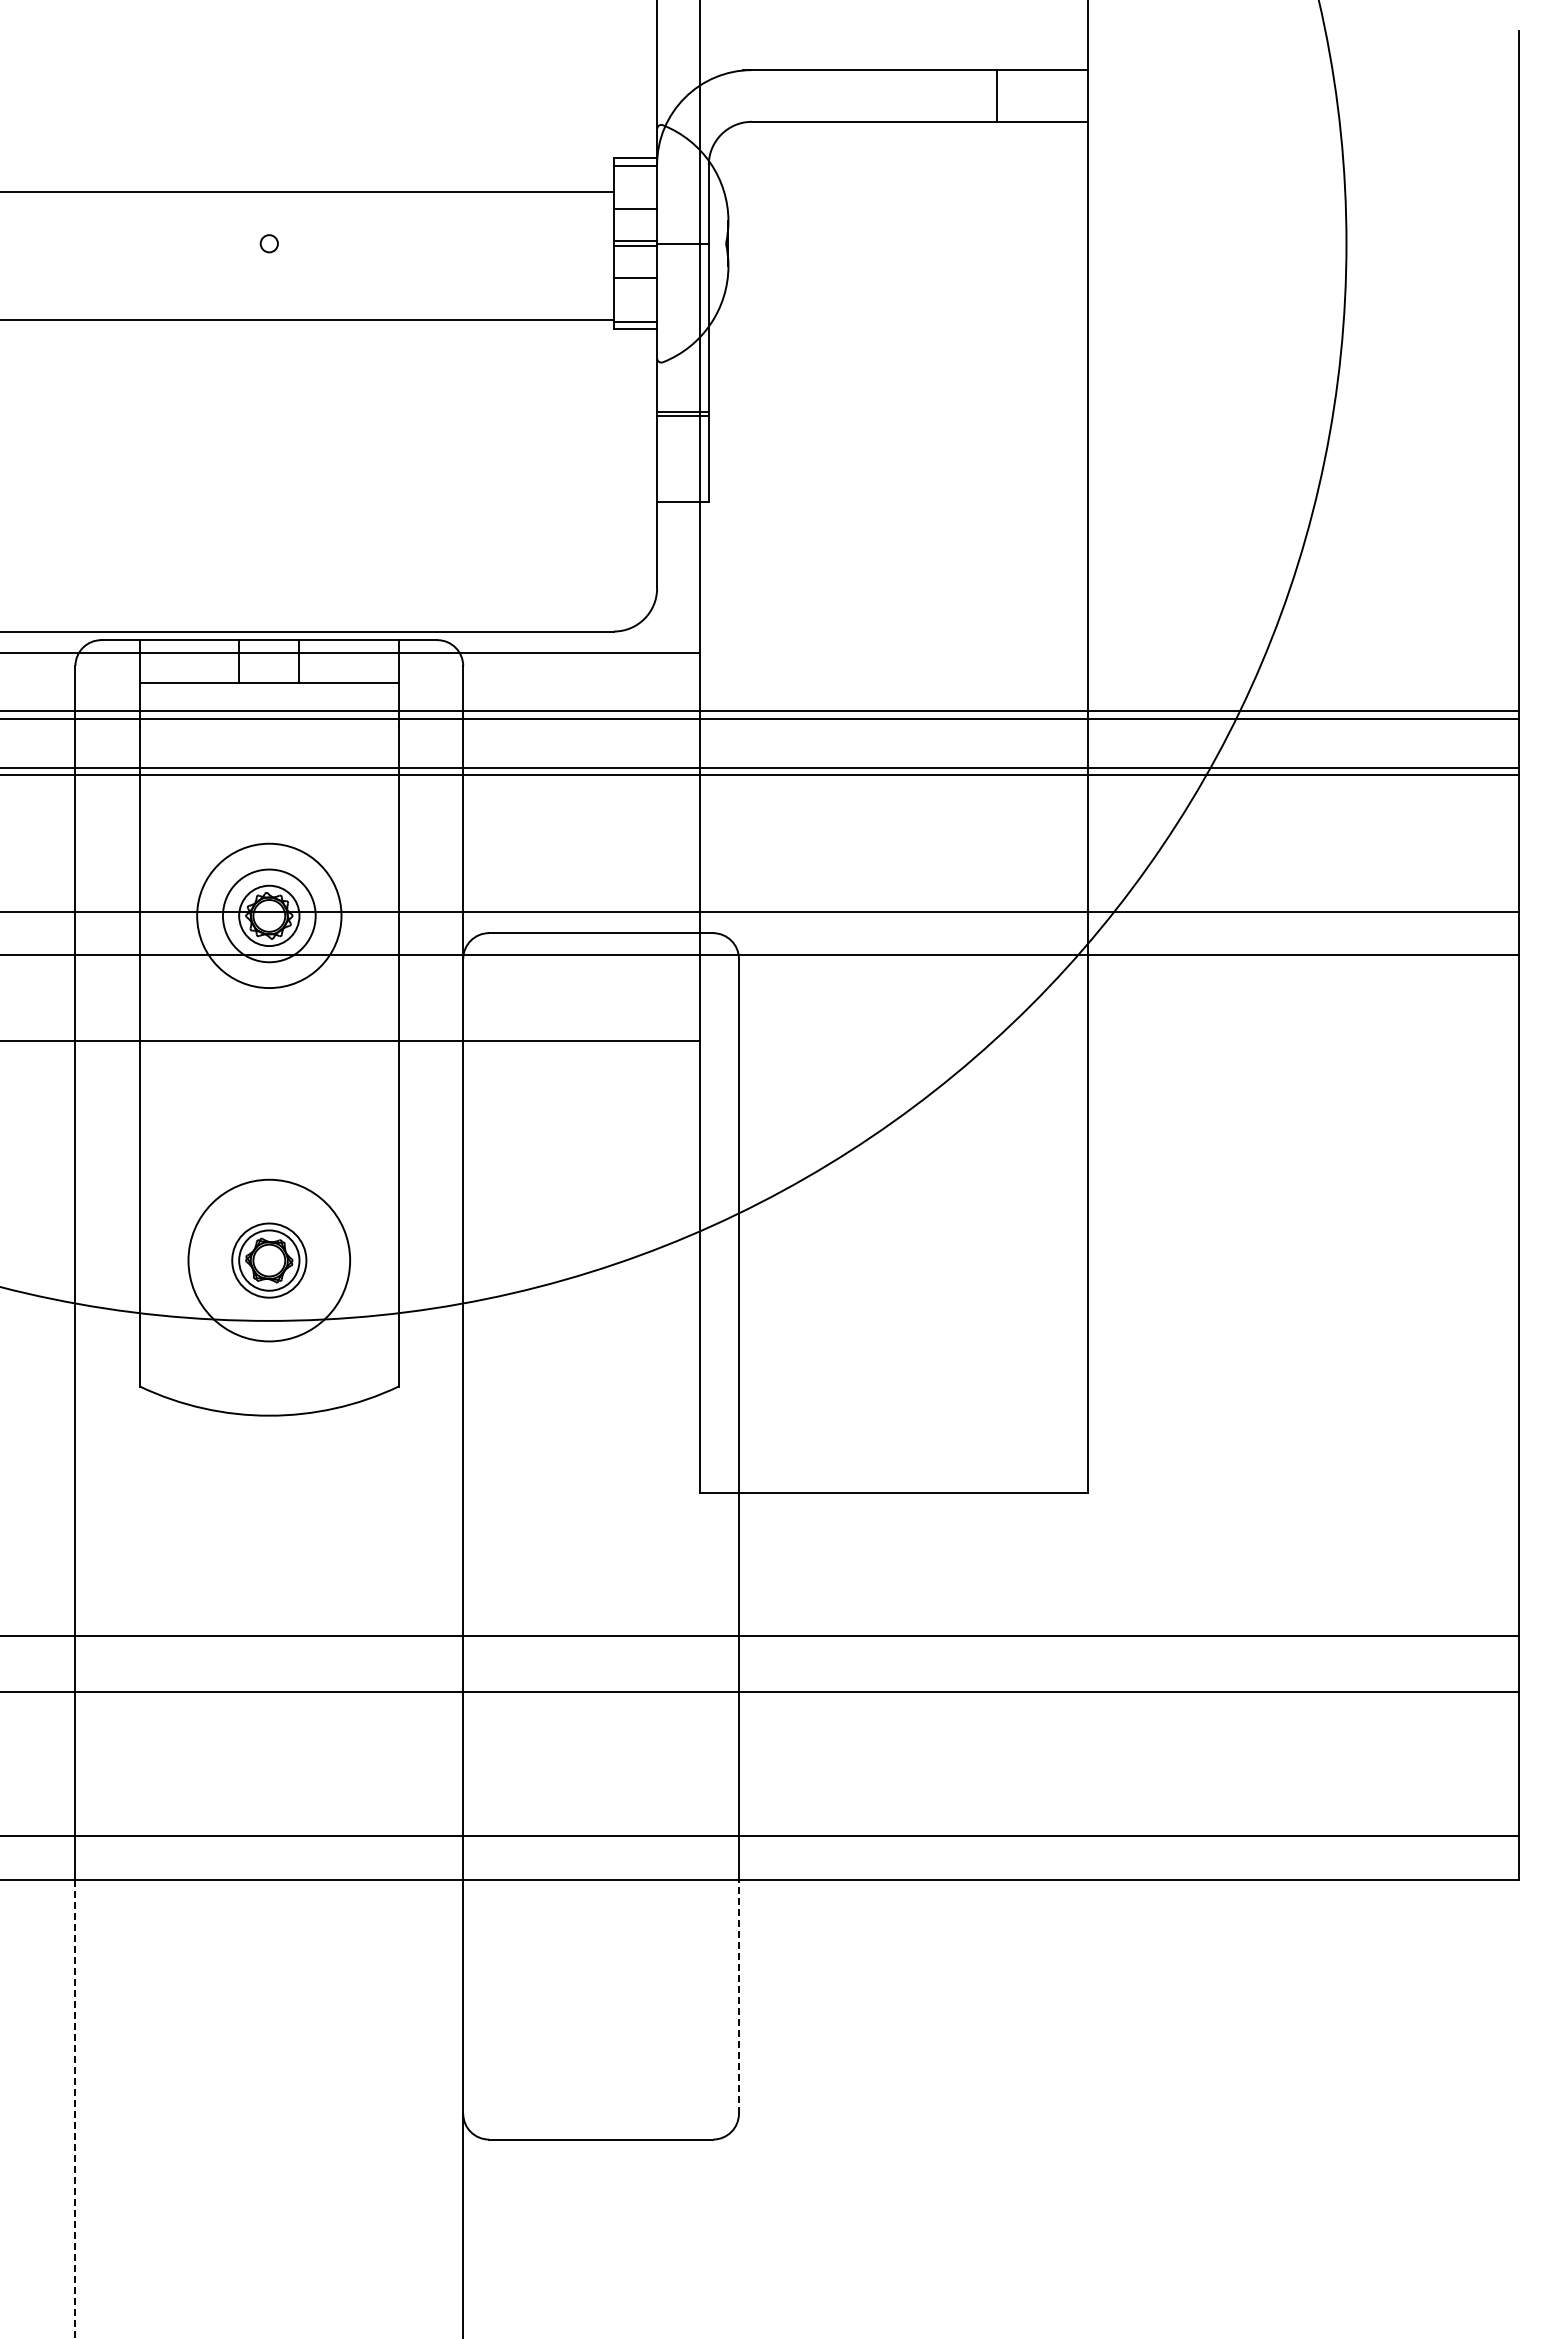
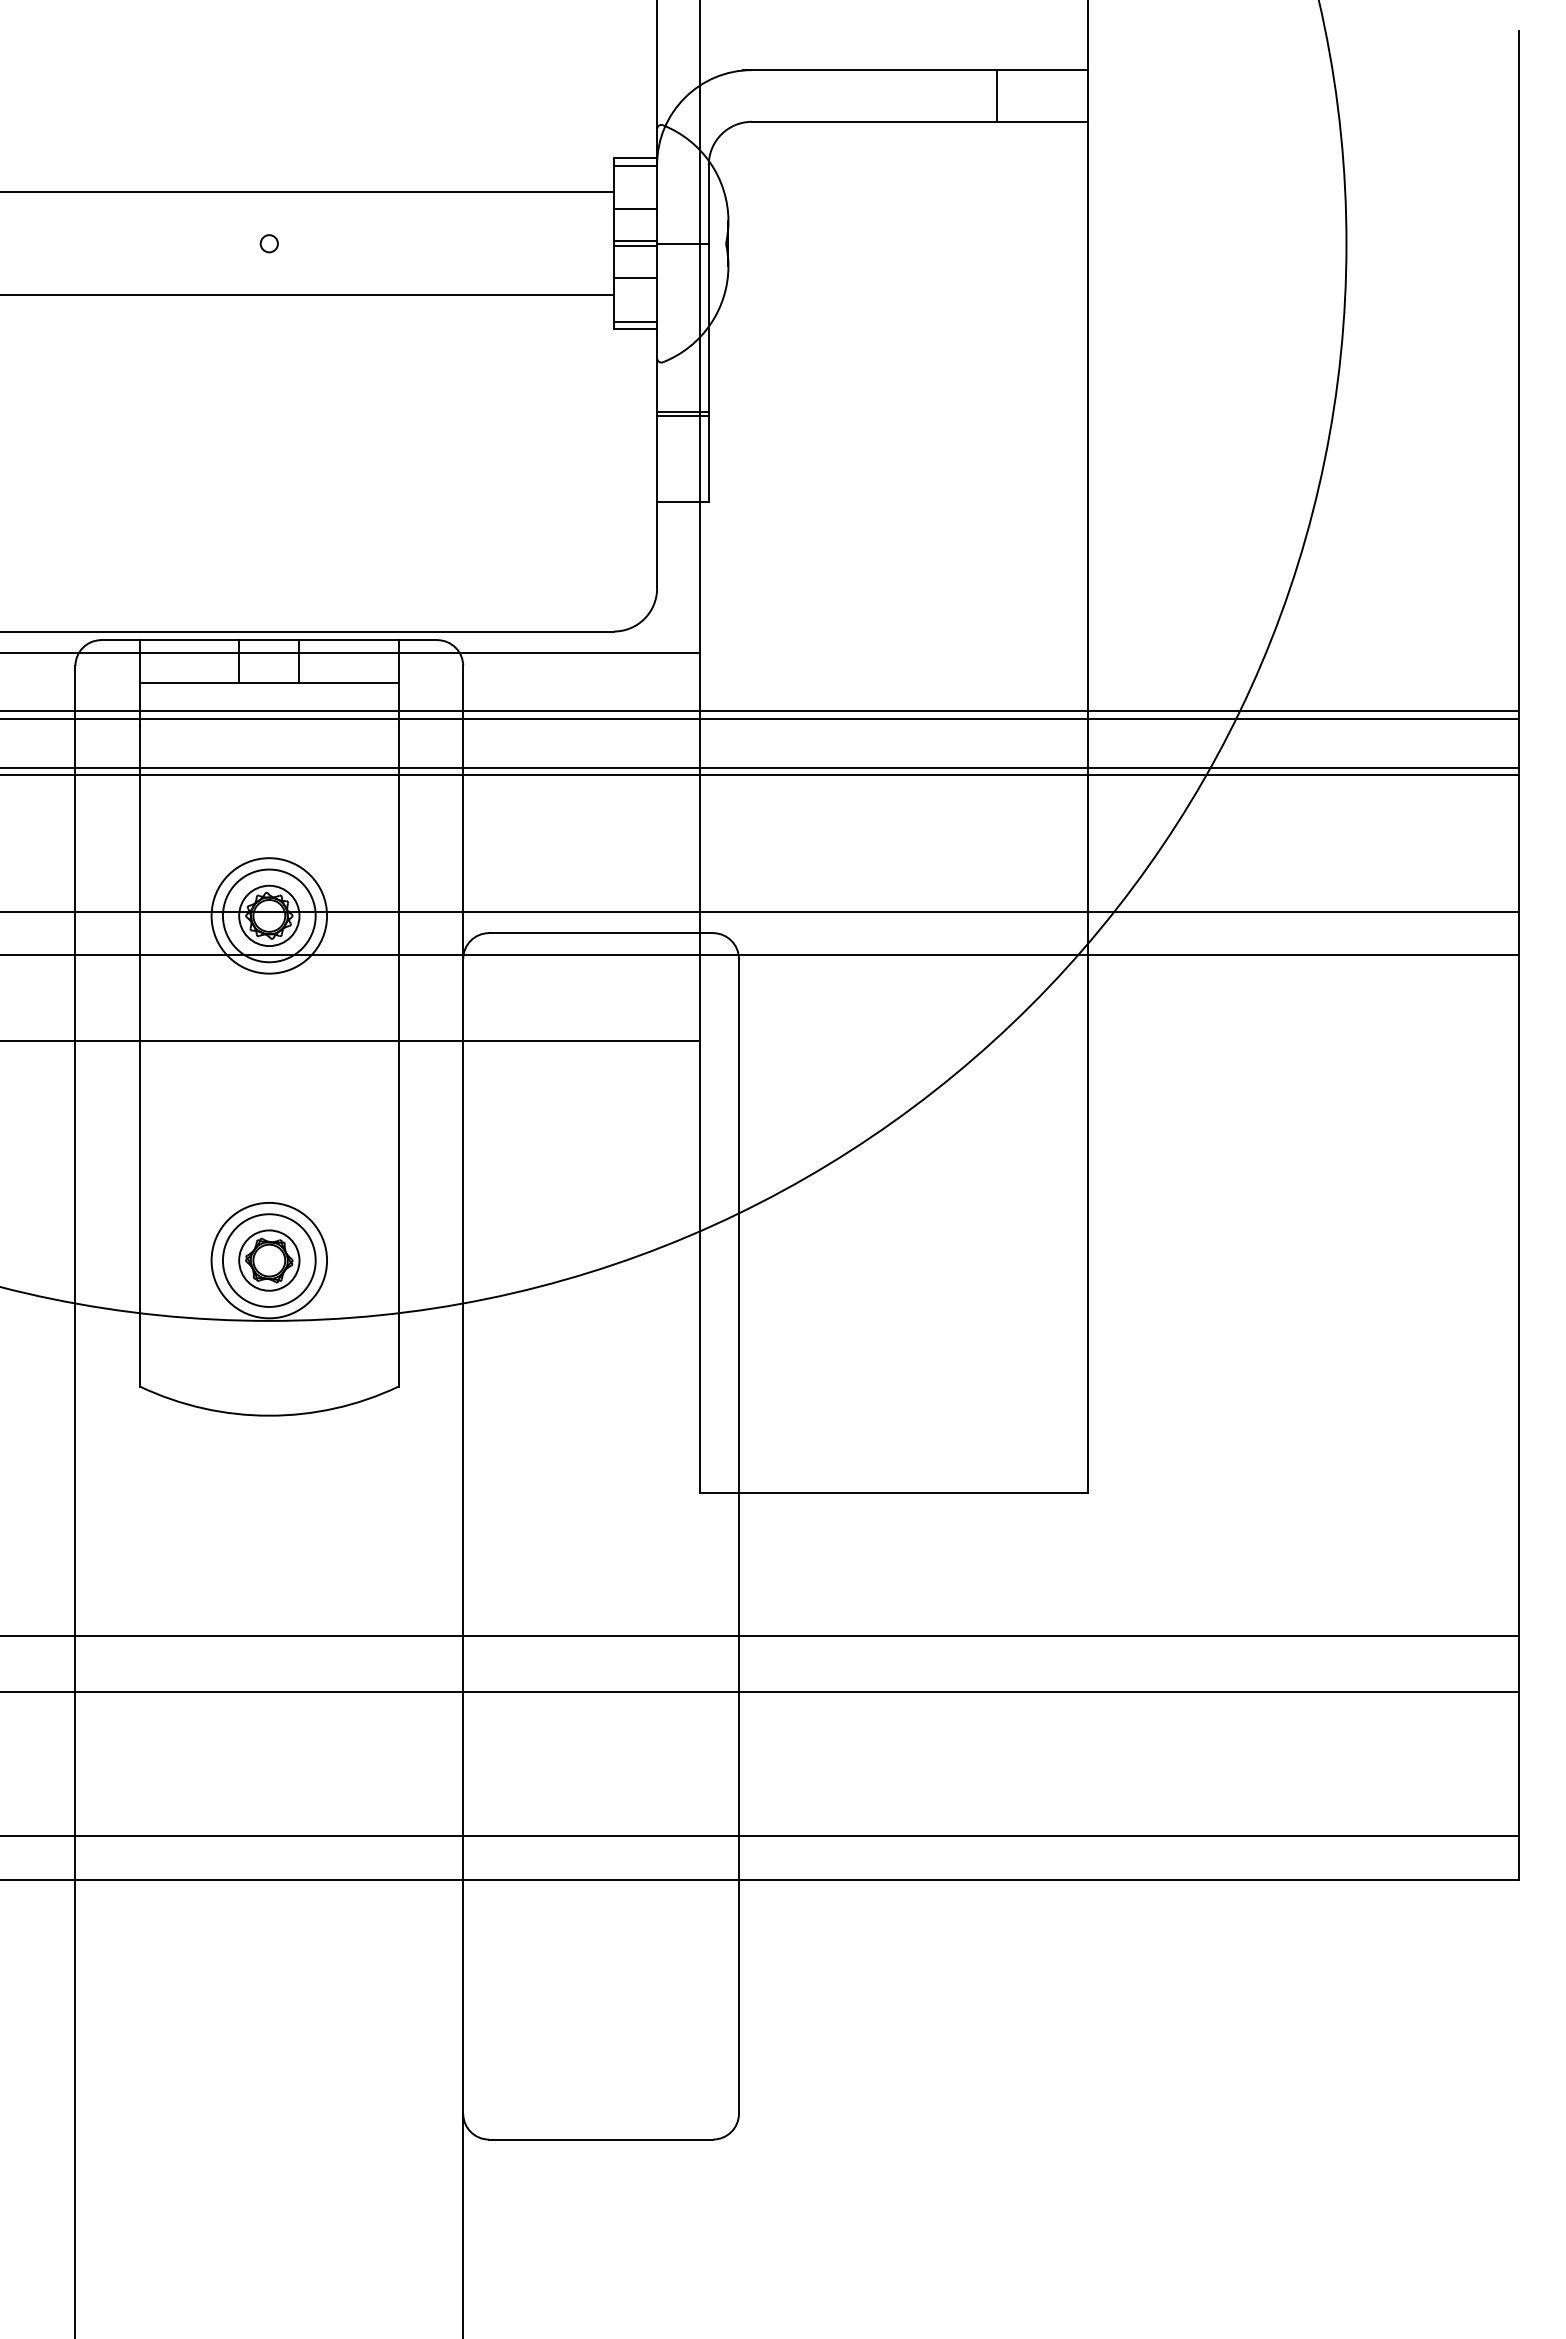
line at (308, 320) position: (308, 320) -> (308, 295)
circle at (269, 915) diameter: 144 px -> 115 px
circle at (269, 1260) diameter: 162 px -> 115 px
circle at (269, 1260) diameter: 74 px -> 93 px
line at (738, 1996): dashed -> solid
line at (75, 2109): dashed -> solid
